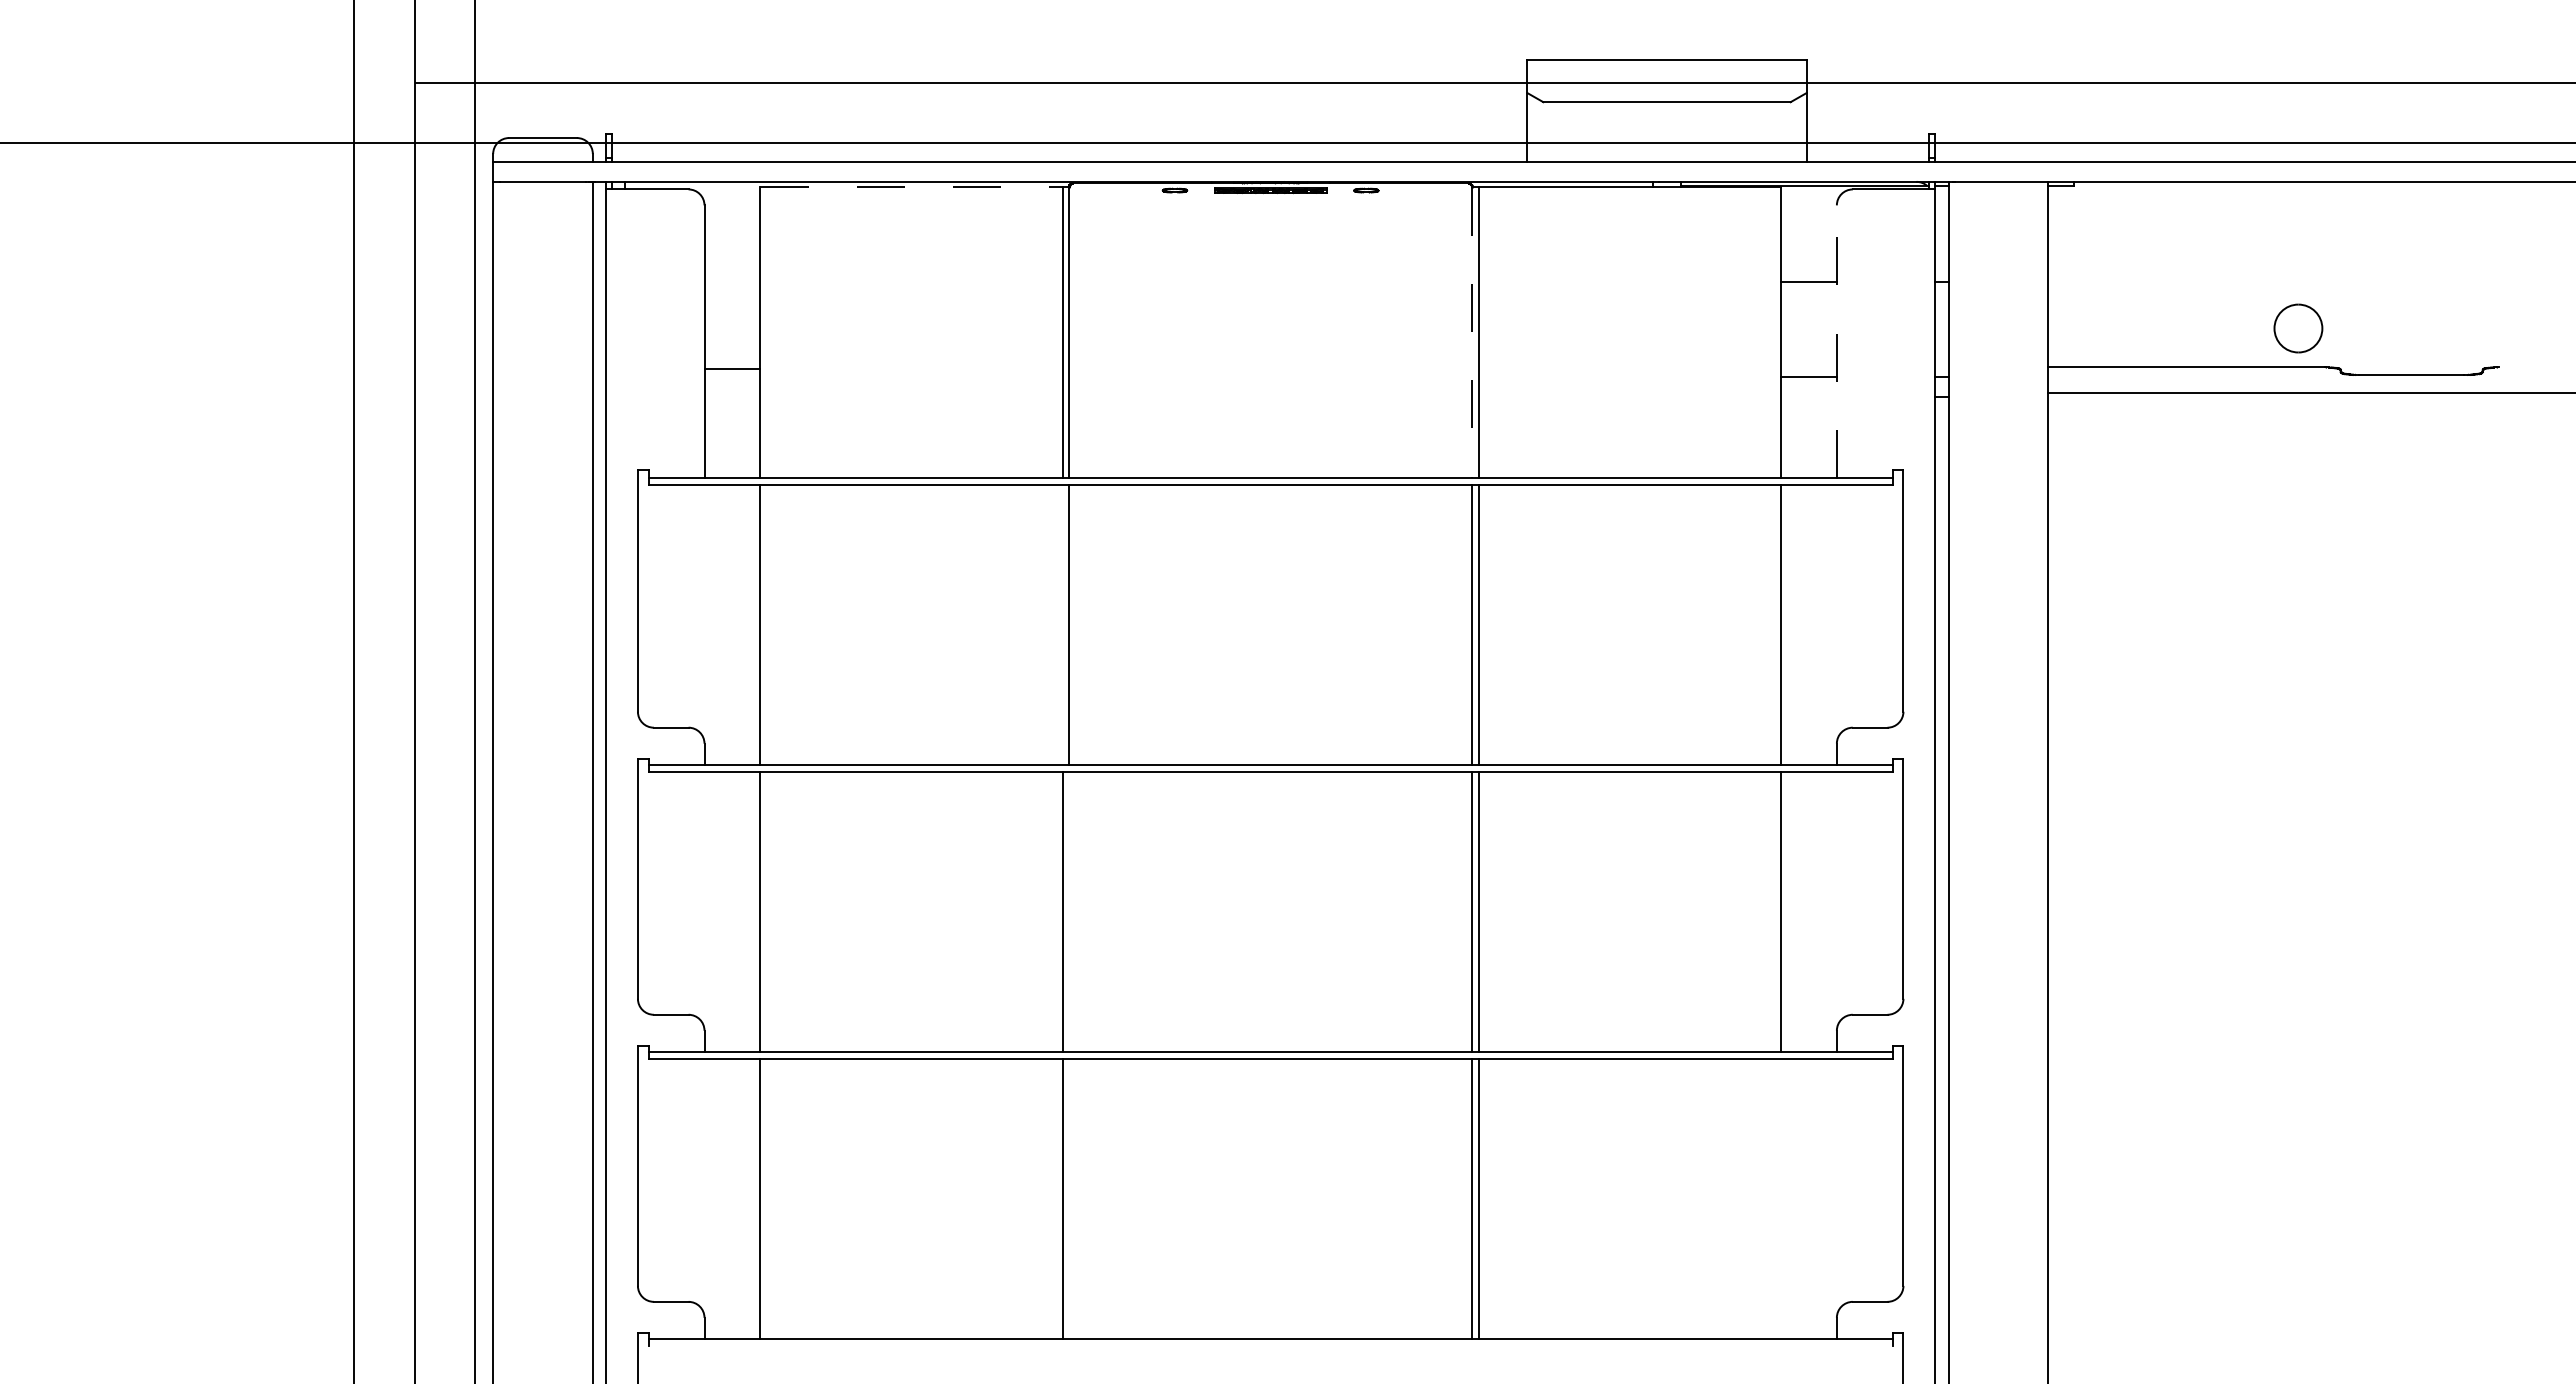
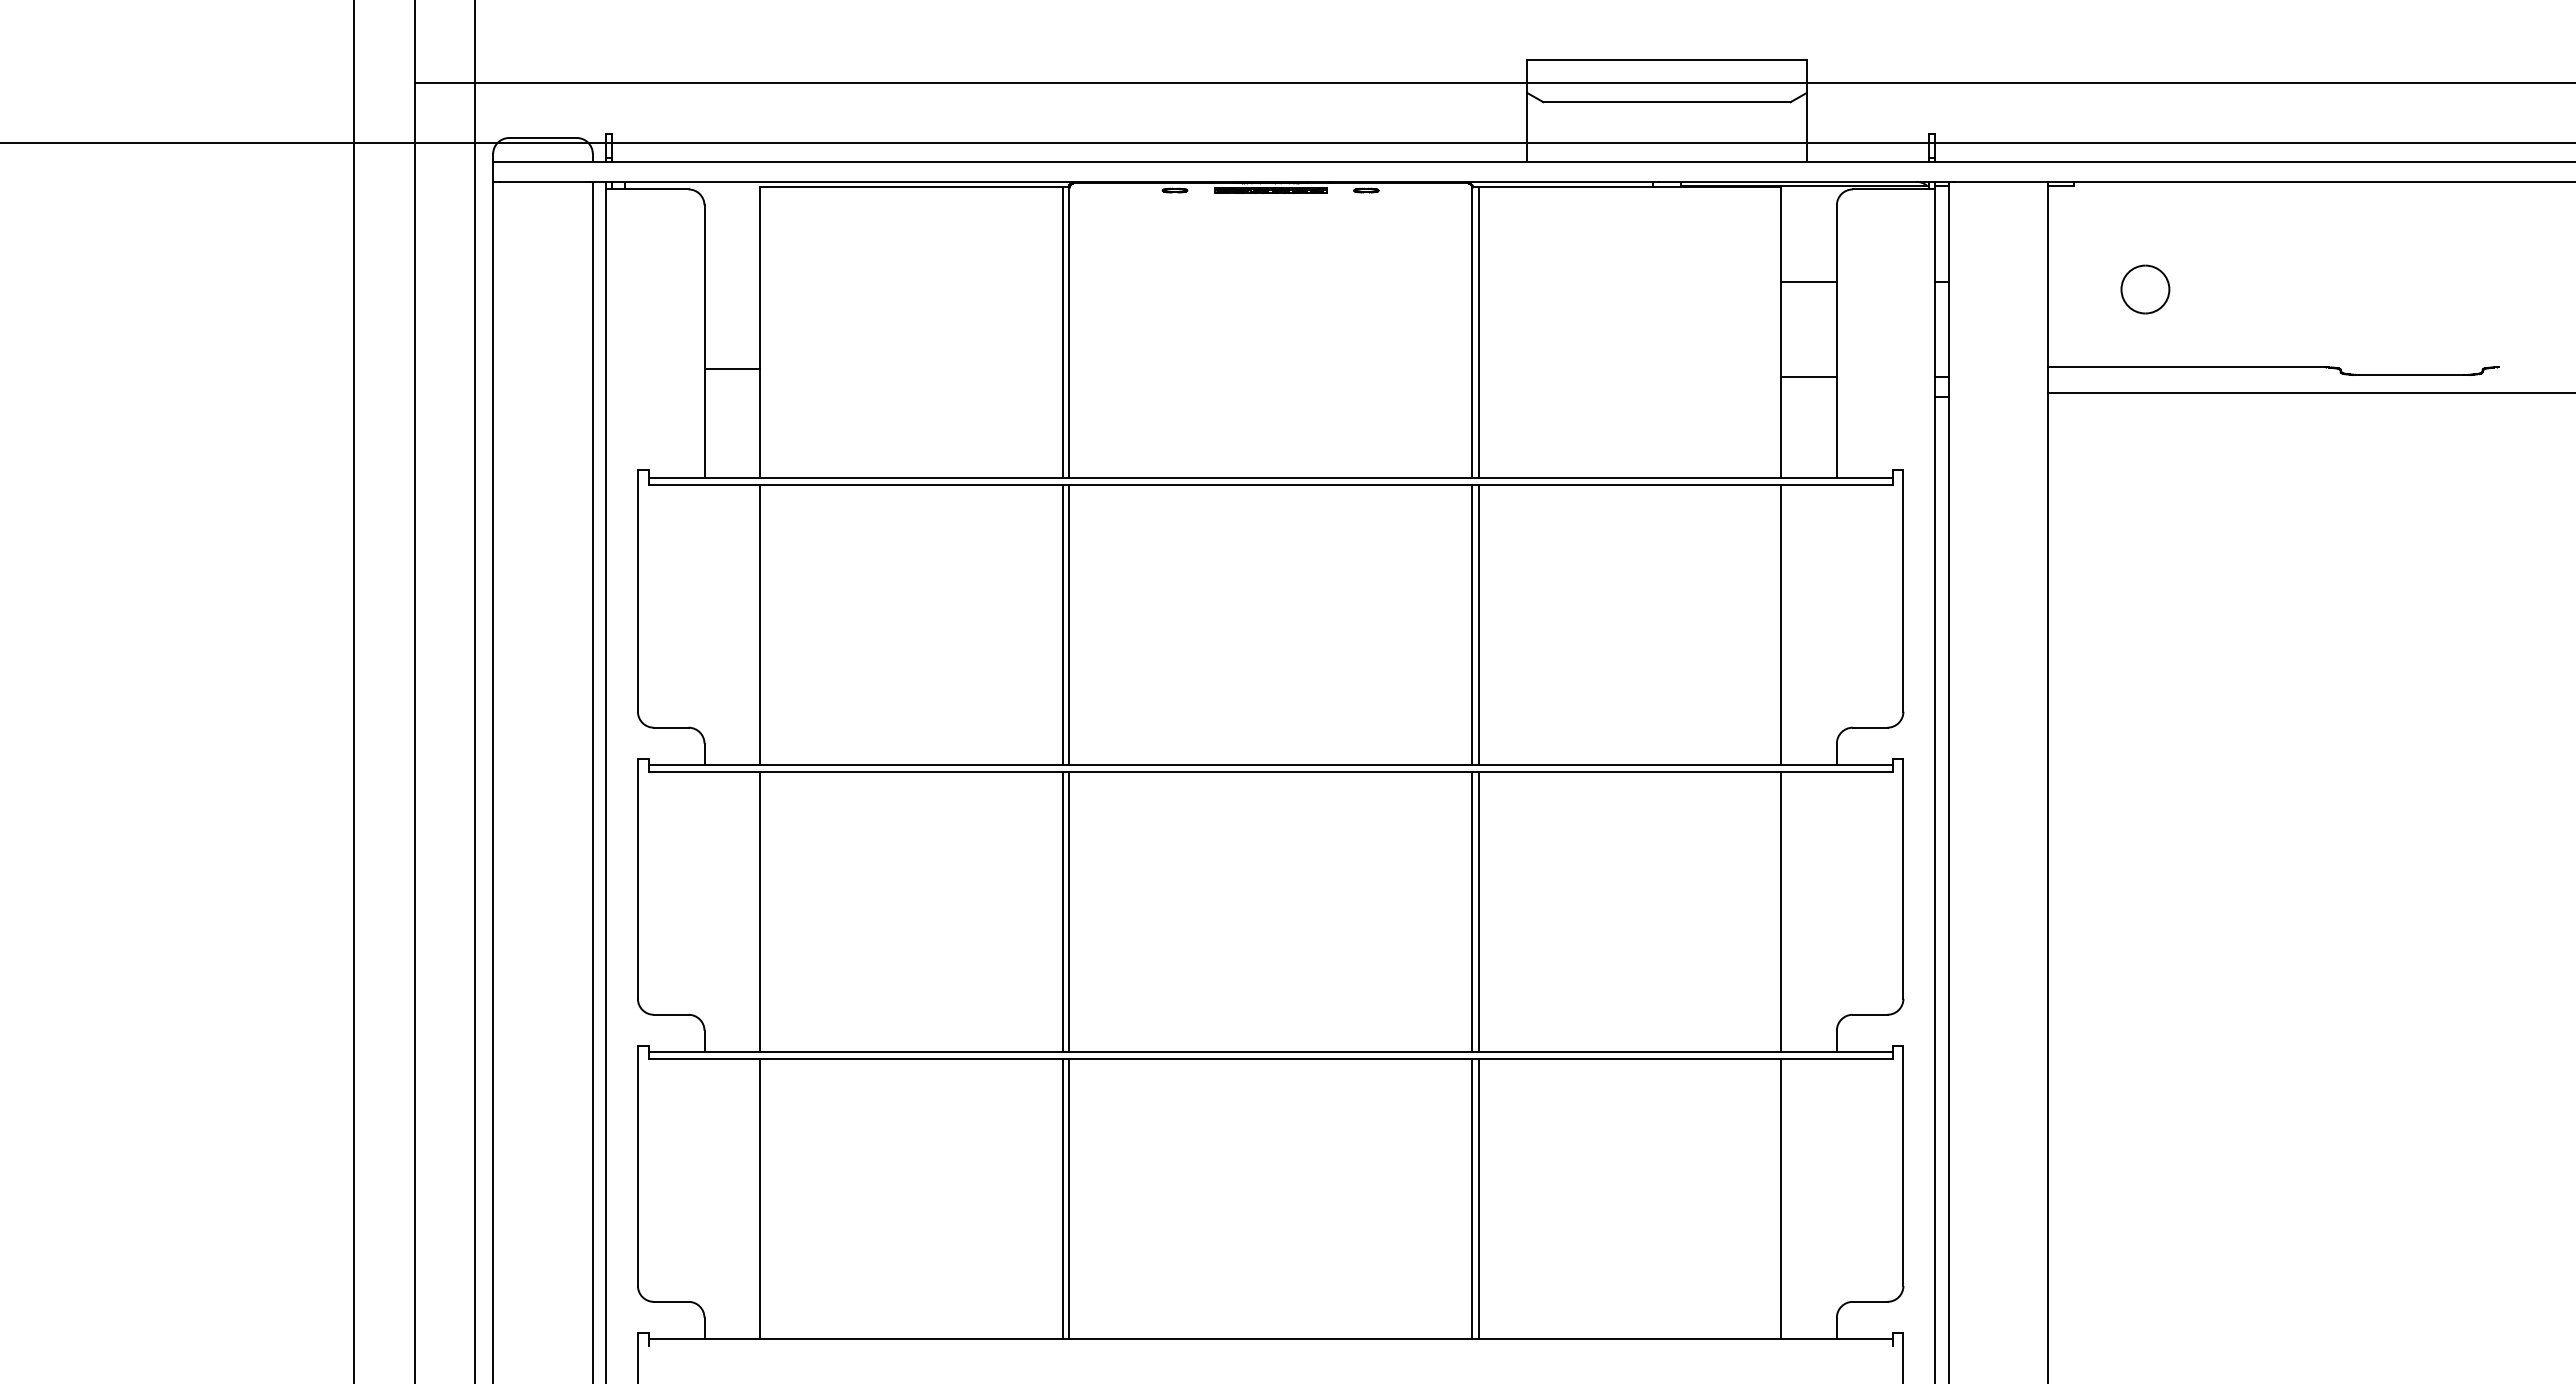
line at (911, 187): dashed -> solid
part at (2298, 328) position: (2298, 328) -> (2145, 289)
line at (1472, 333): dashed -> solid
line at (1836, 341): dashed -> solid
line at (1062, 624): none -> present
line at (1068, 911): none -> present
line at (1068, 1198): none -> present
line at (1781, 1198): none -> present
